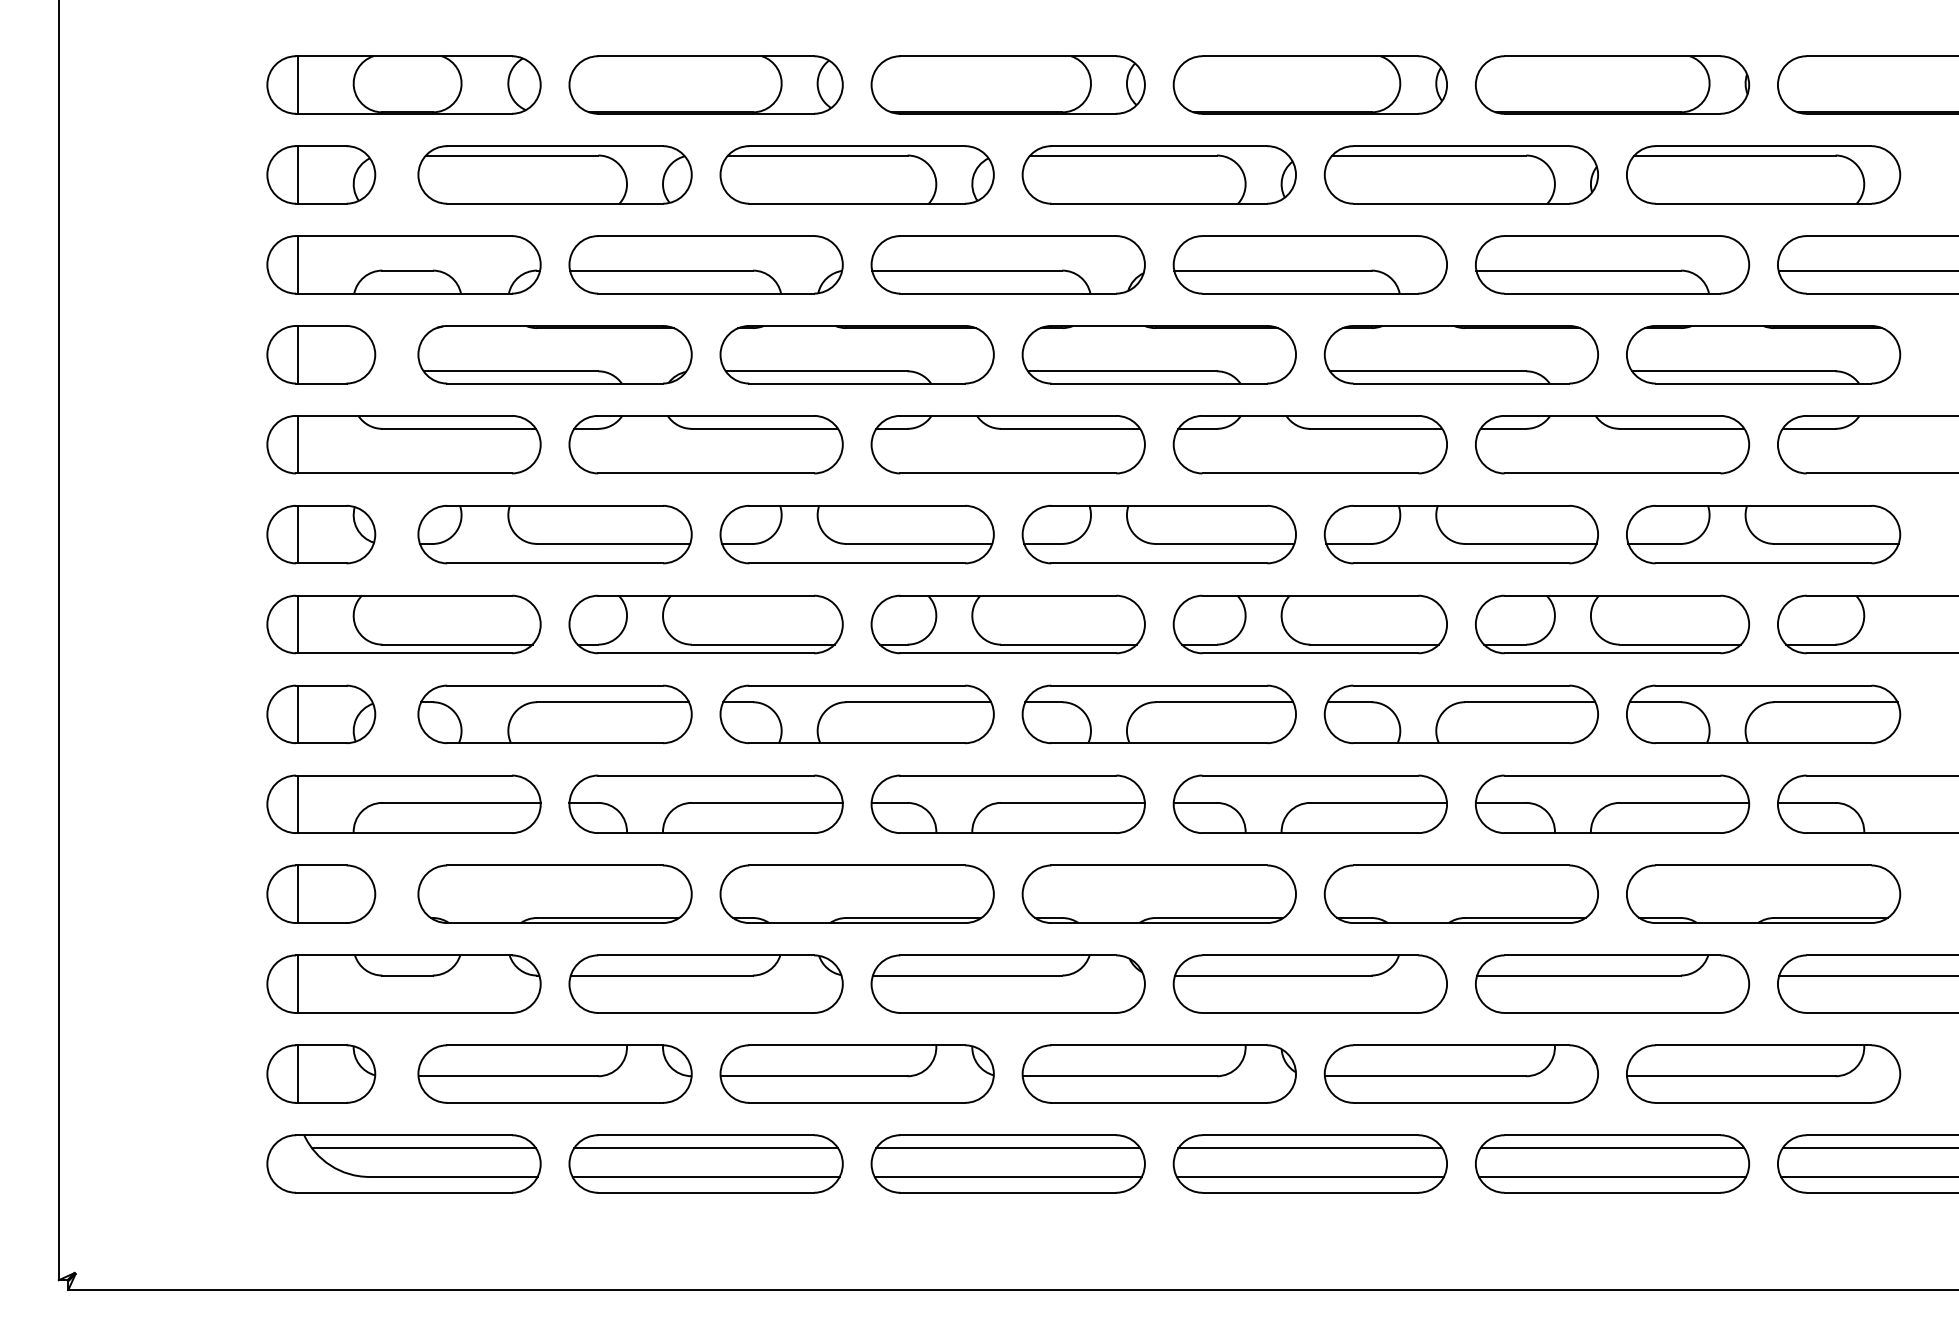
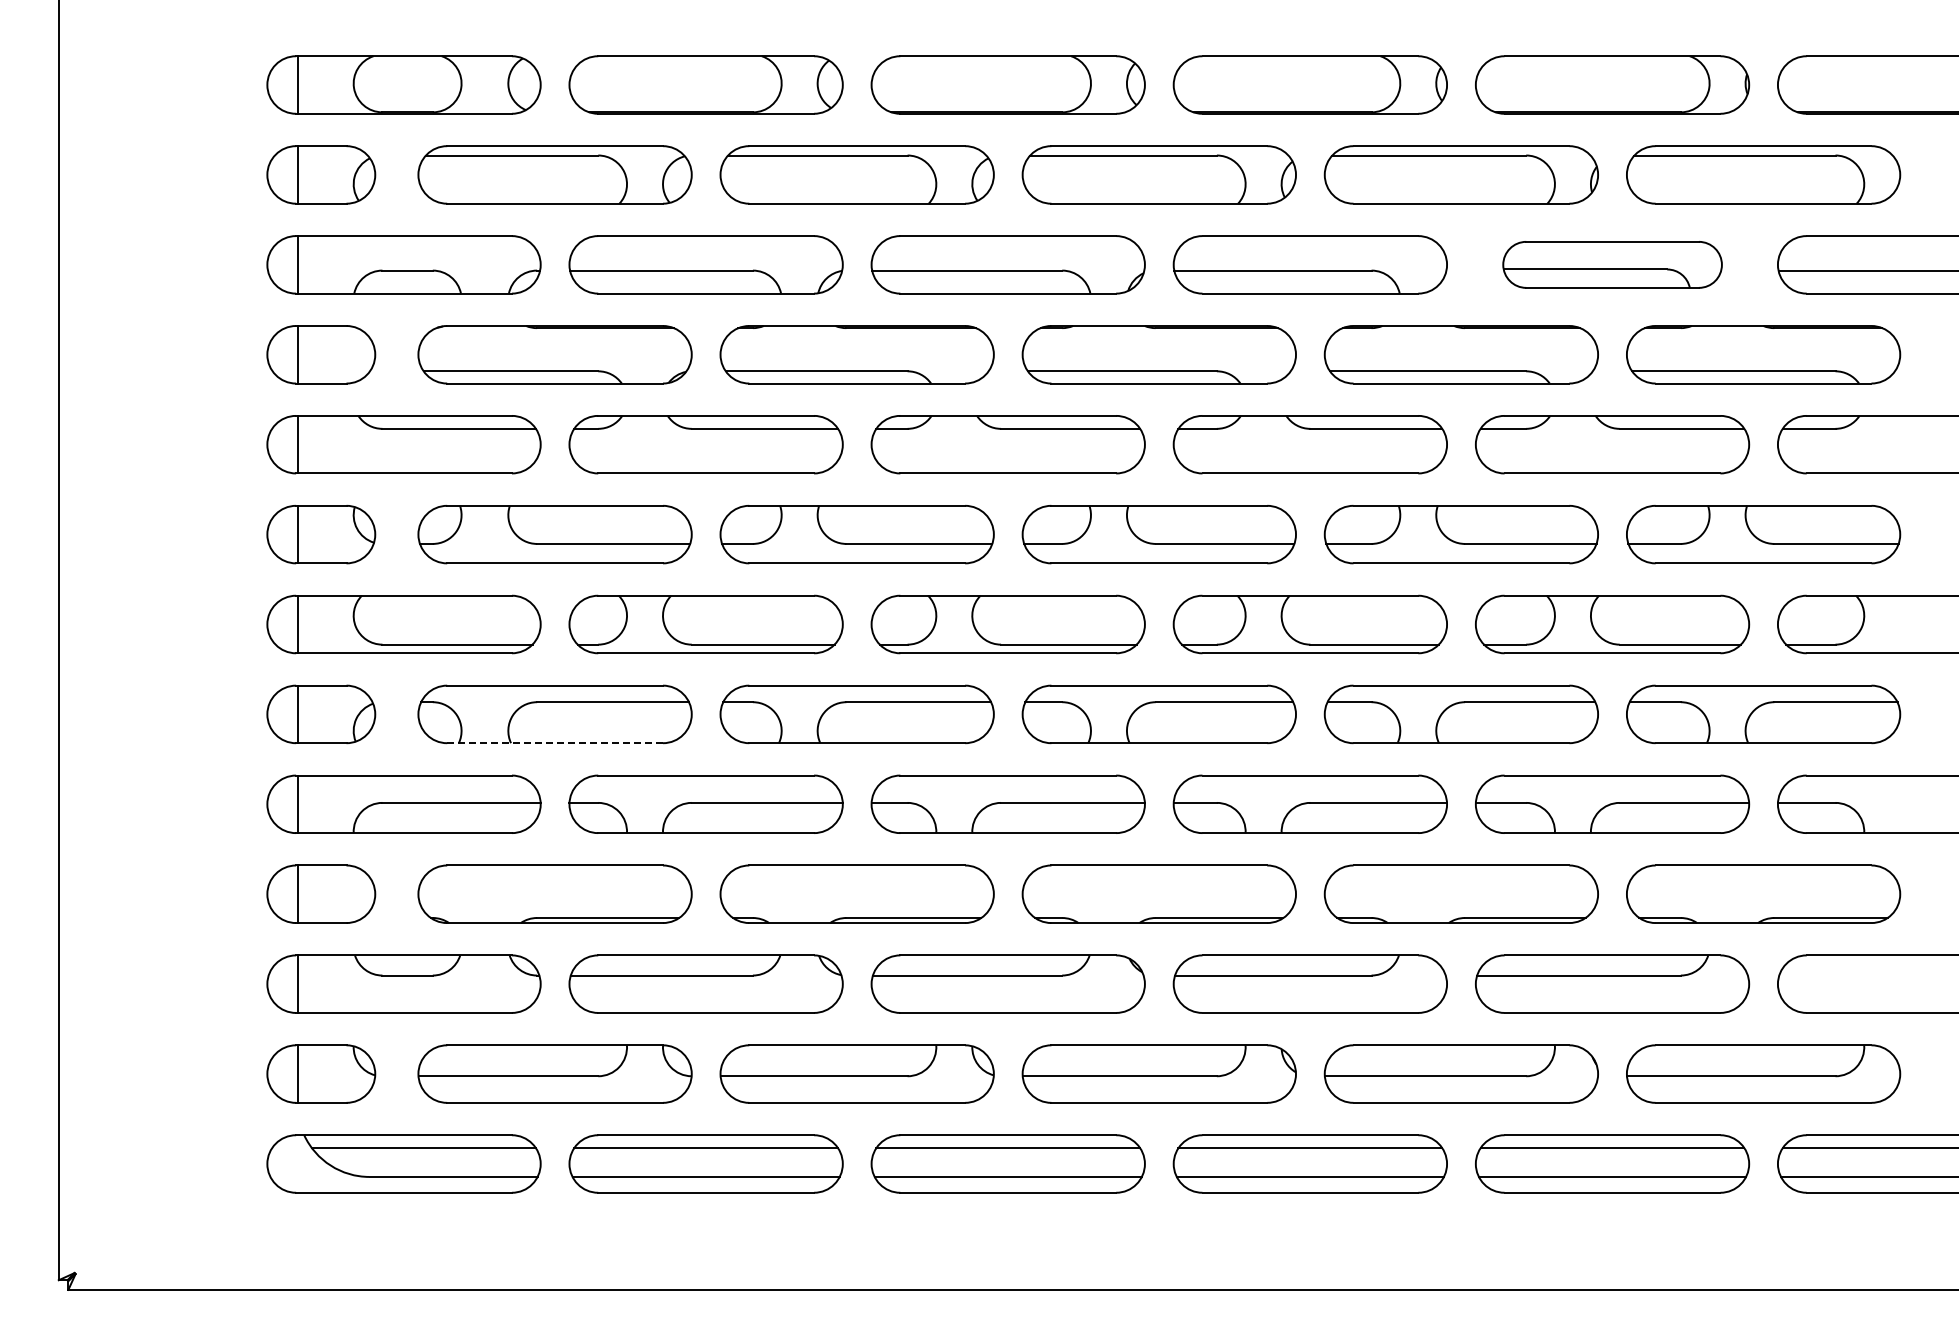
part at (1612, 264) size: 276x60 px -> 221x48 px
line at (555, 743): solid -> dashed
line at (1867, 975): present -> none
